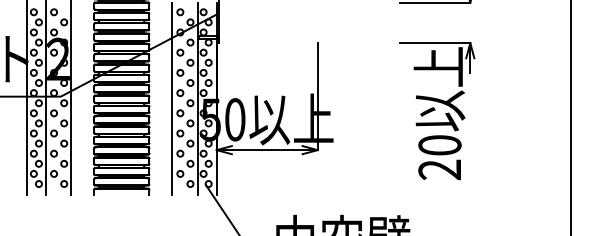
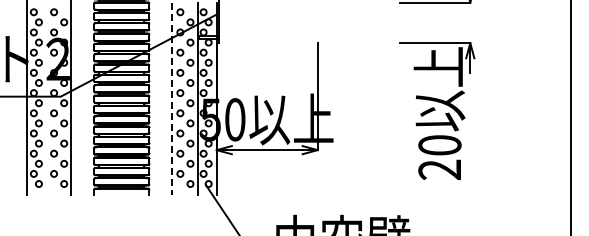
line at (45, 98): present -> none
line at (172, 98): solid -> dashed
